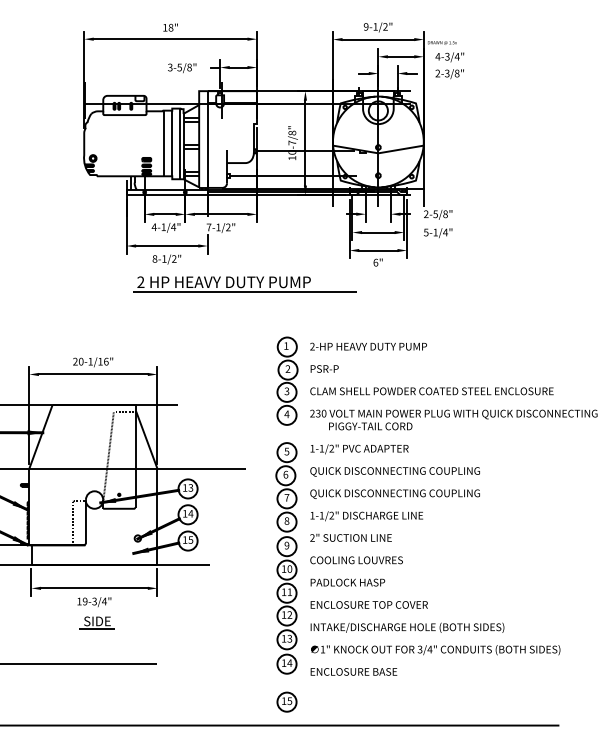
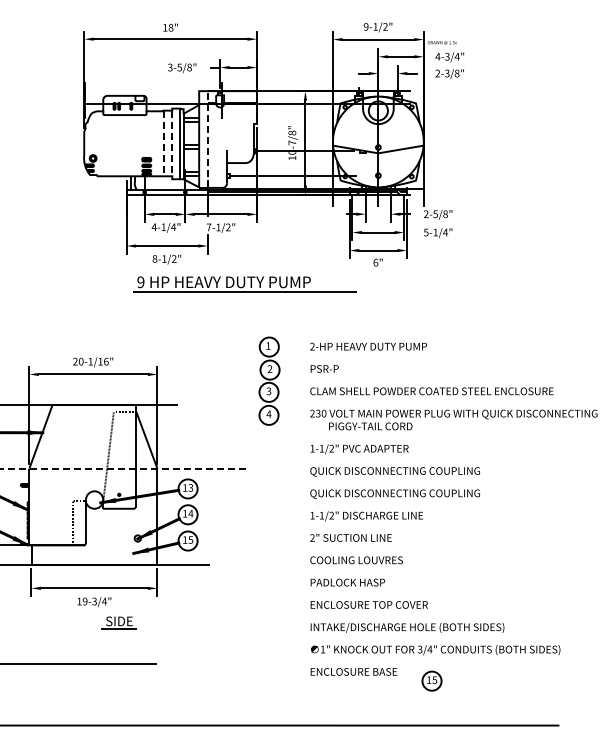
line at (207, 139): solid -> dashed
line at (172, 143): solid -> dashed
line at (163, 144): solid -> dashed
text at (140, 282): 2 -> 9
part at (287, 380) position: (287, 380) -> (269, 380)
line at (122, 468): solid -> dashed
part at (286, 558): present -> none
part at (96, 622) position: (96, 622) -> (118, 622)
part at (286, 701) position: (286, 701) -> (431, 680)
